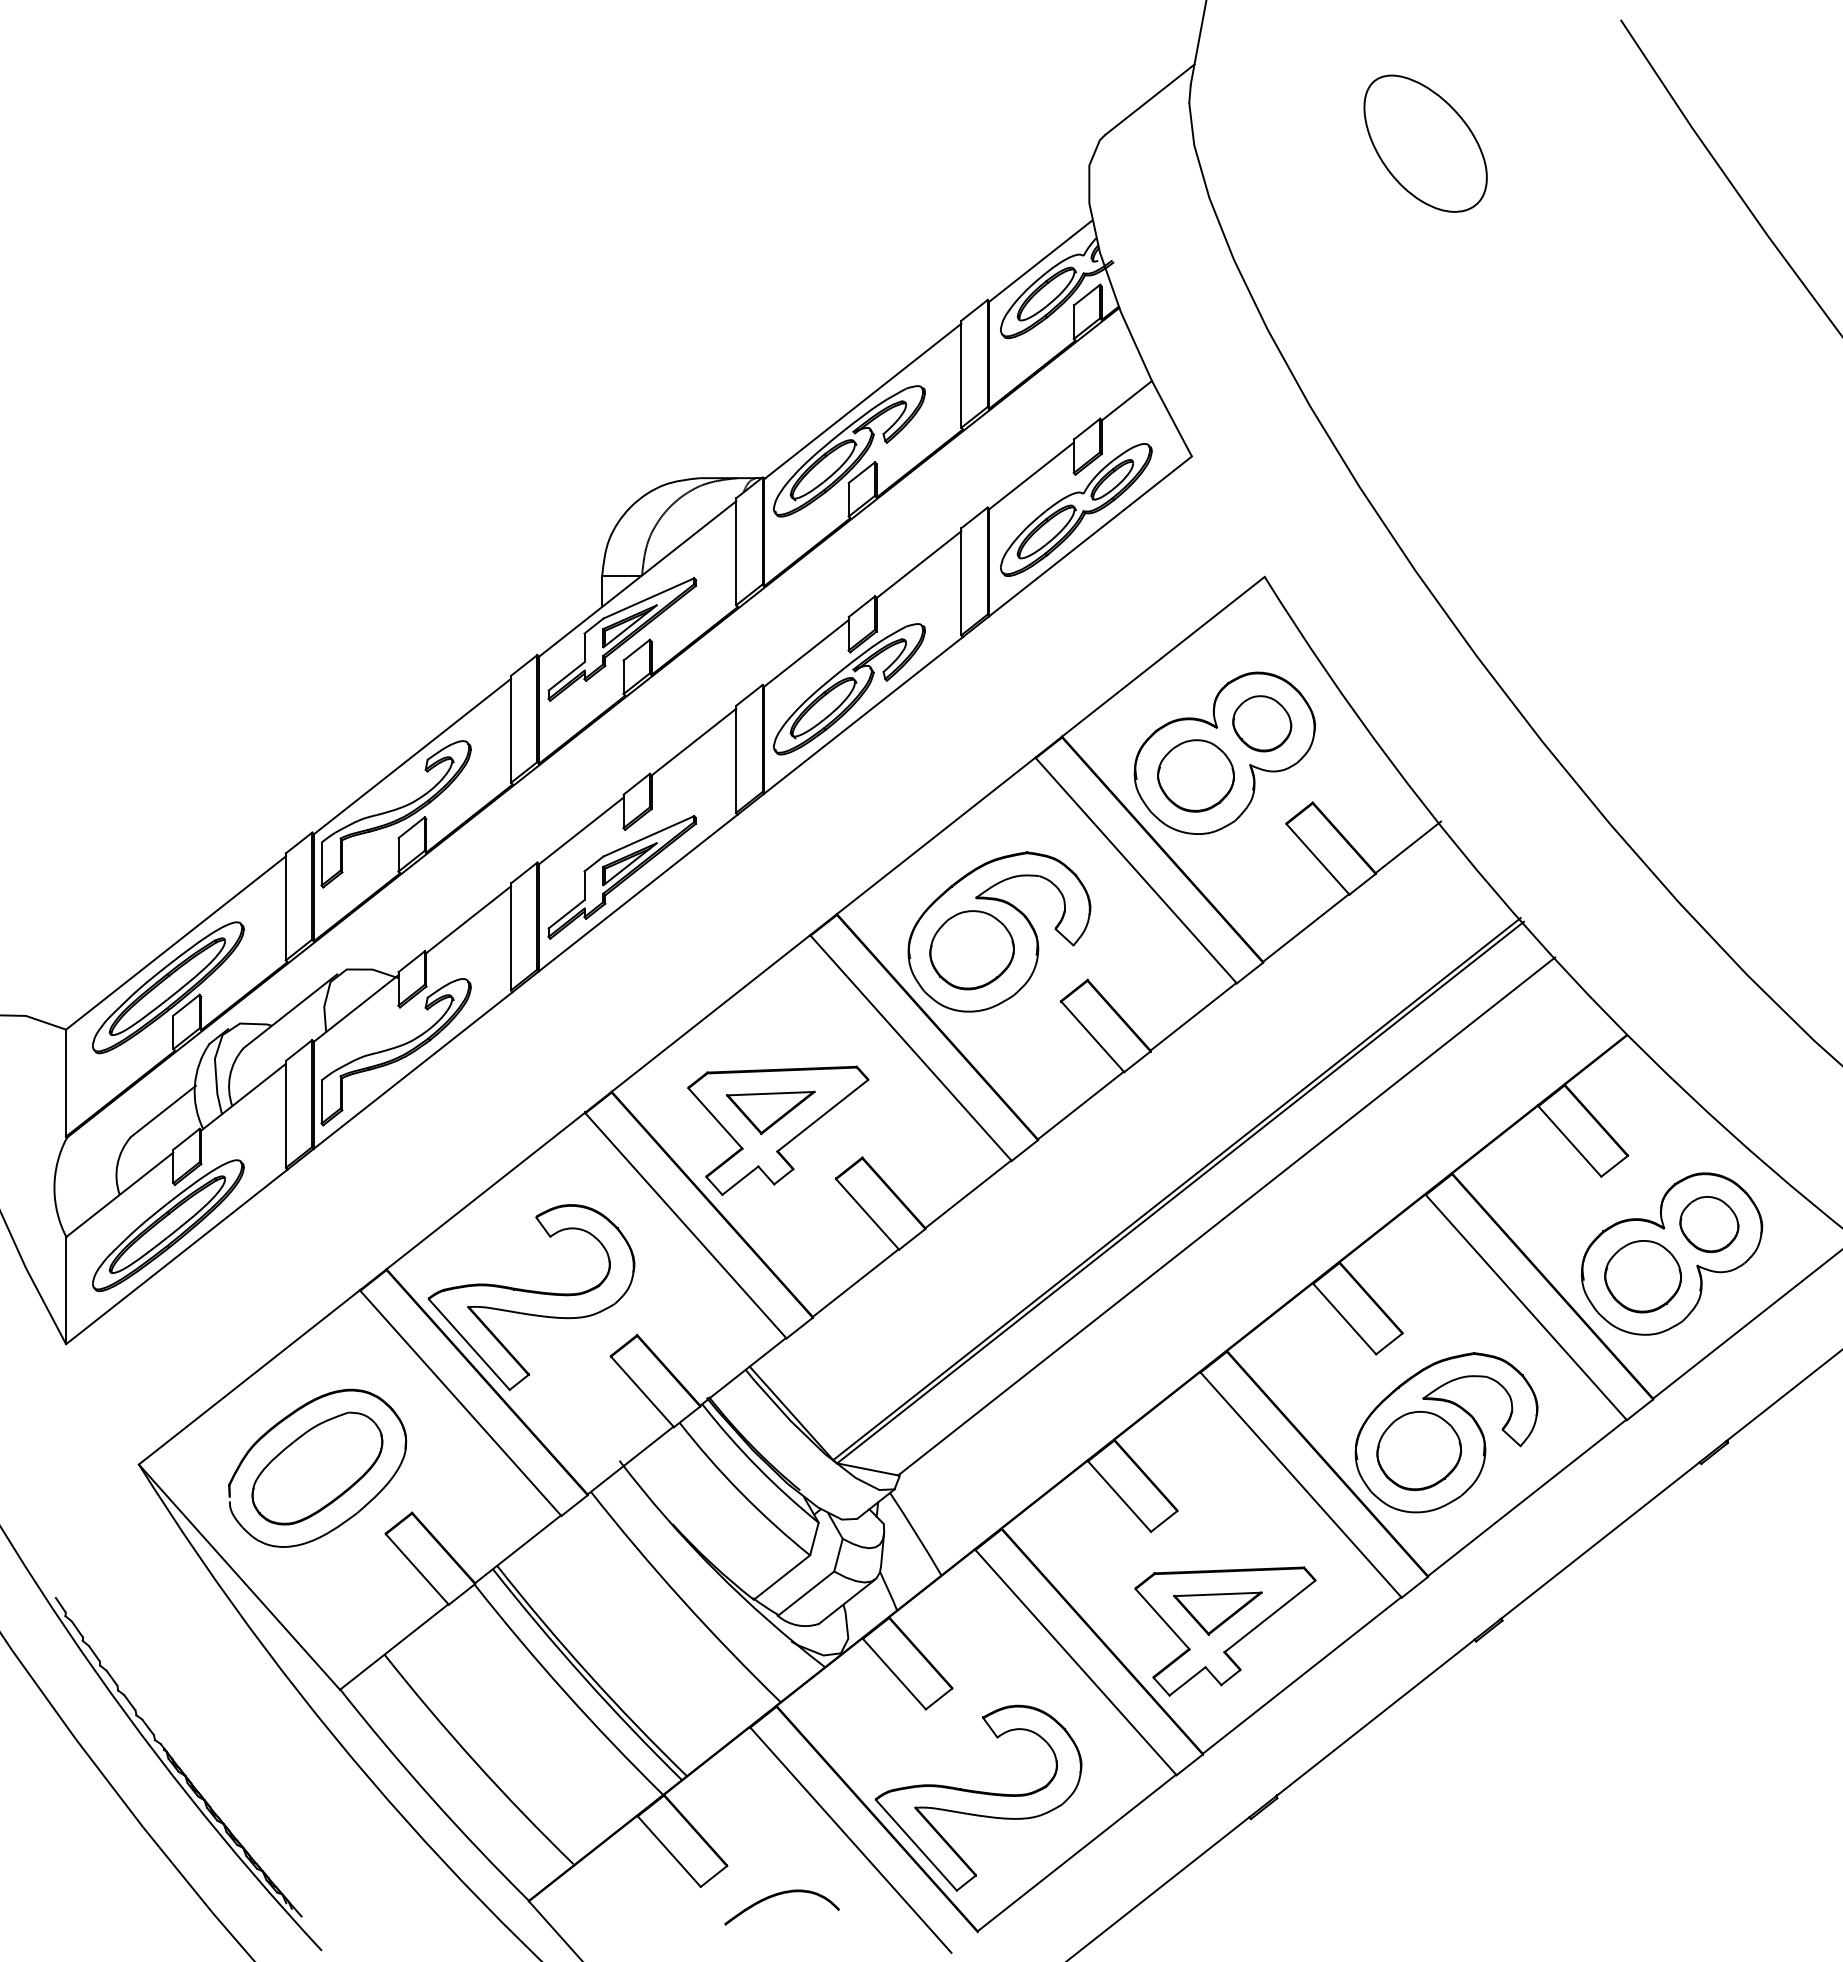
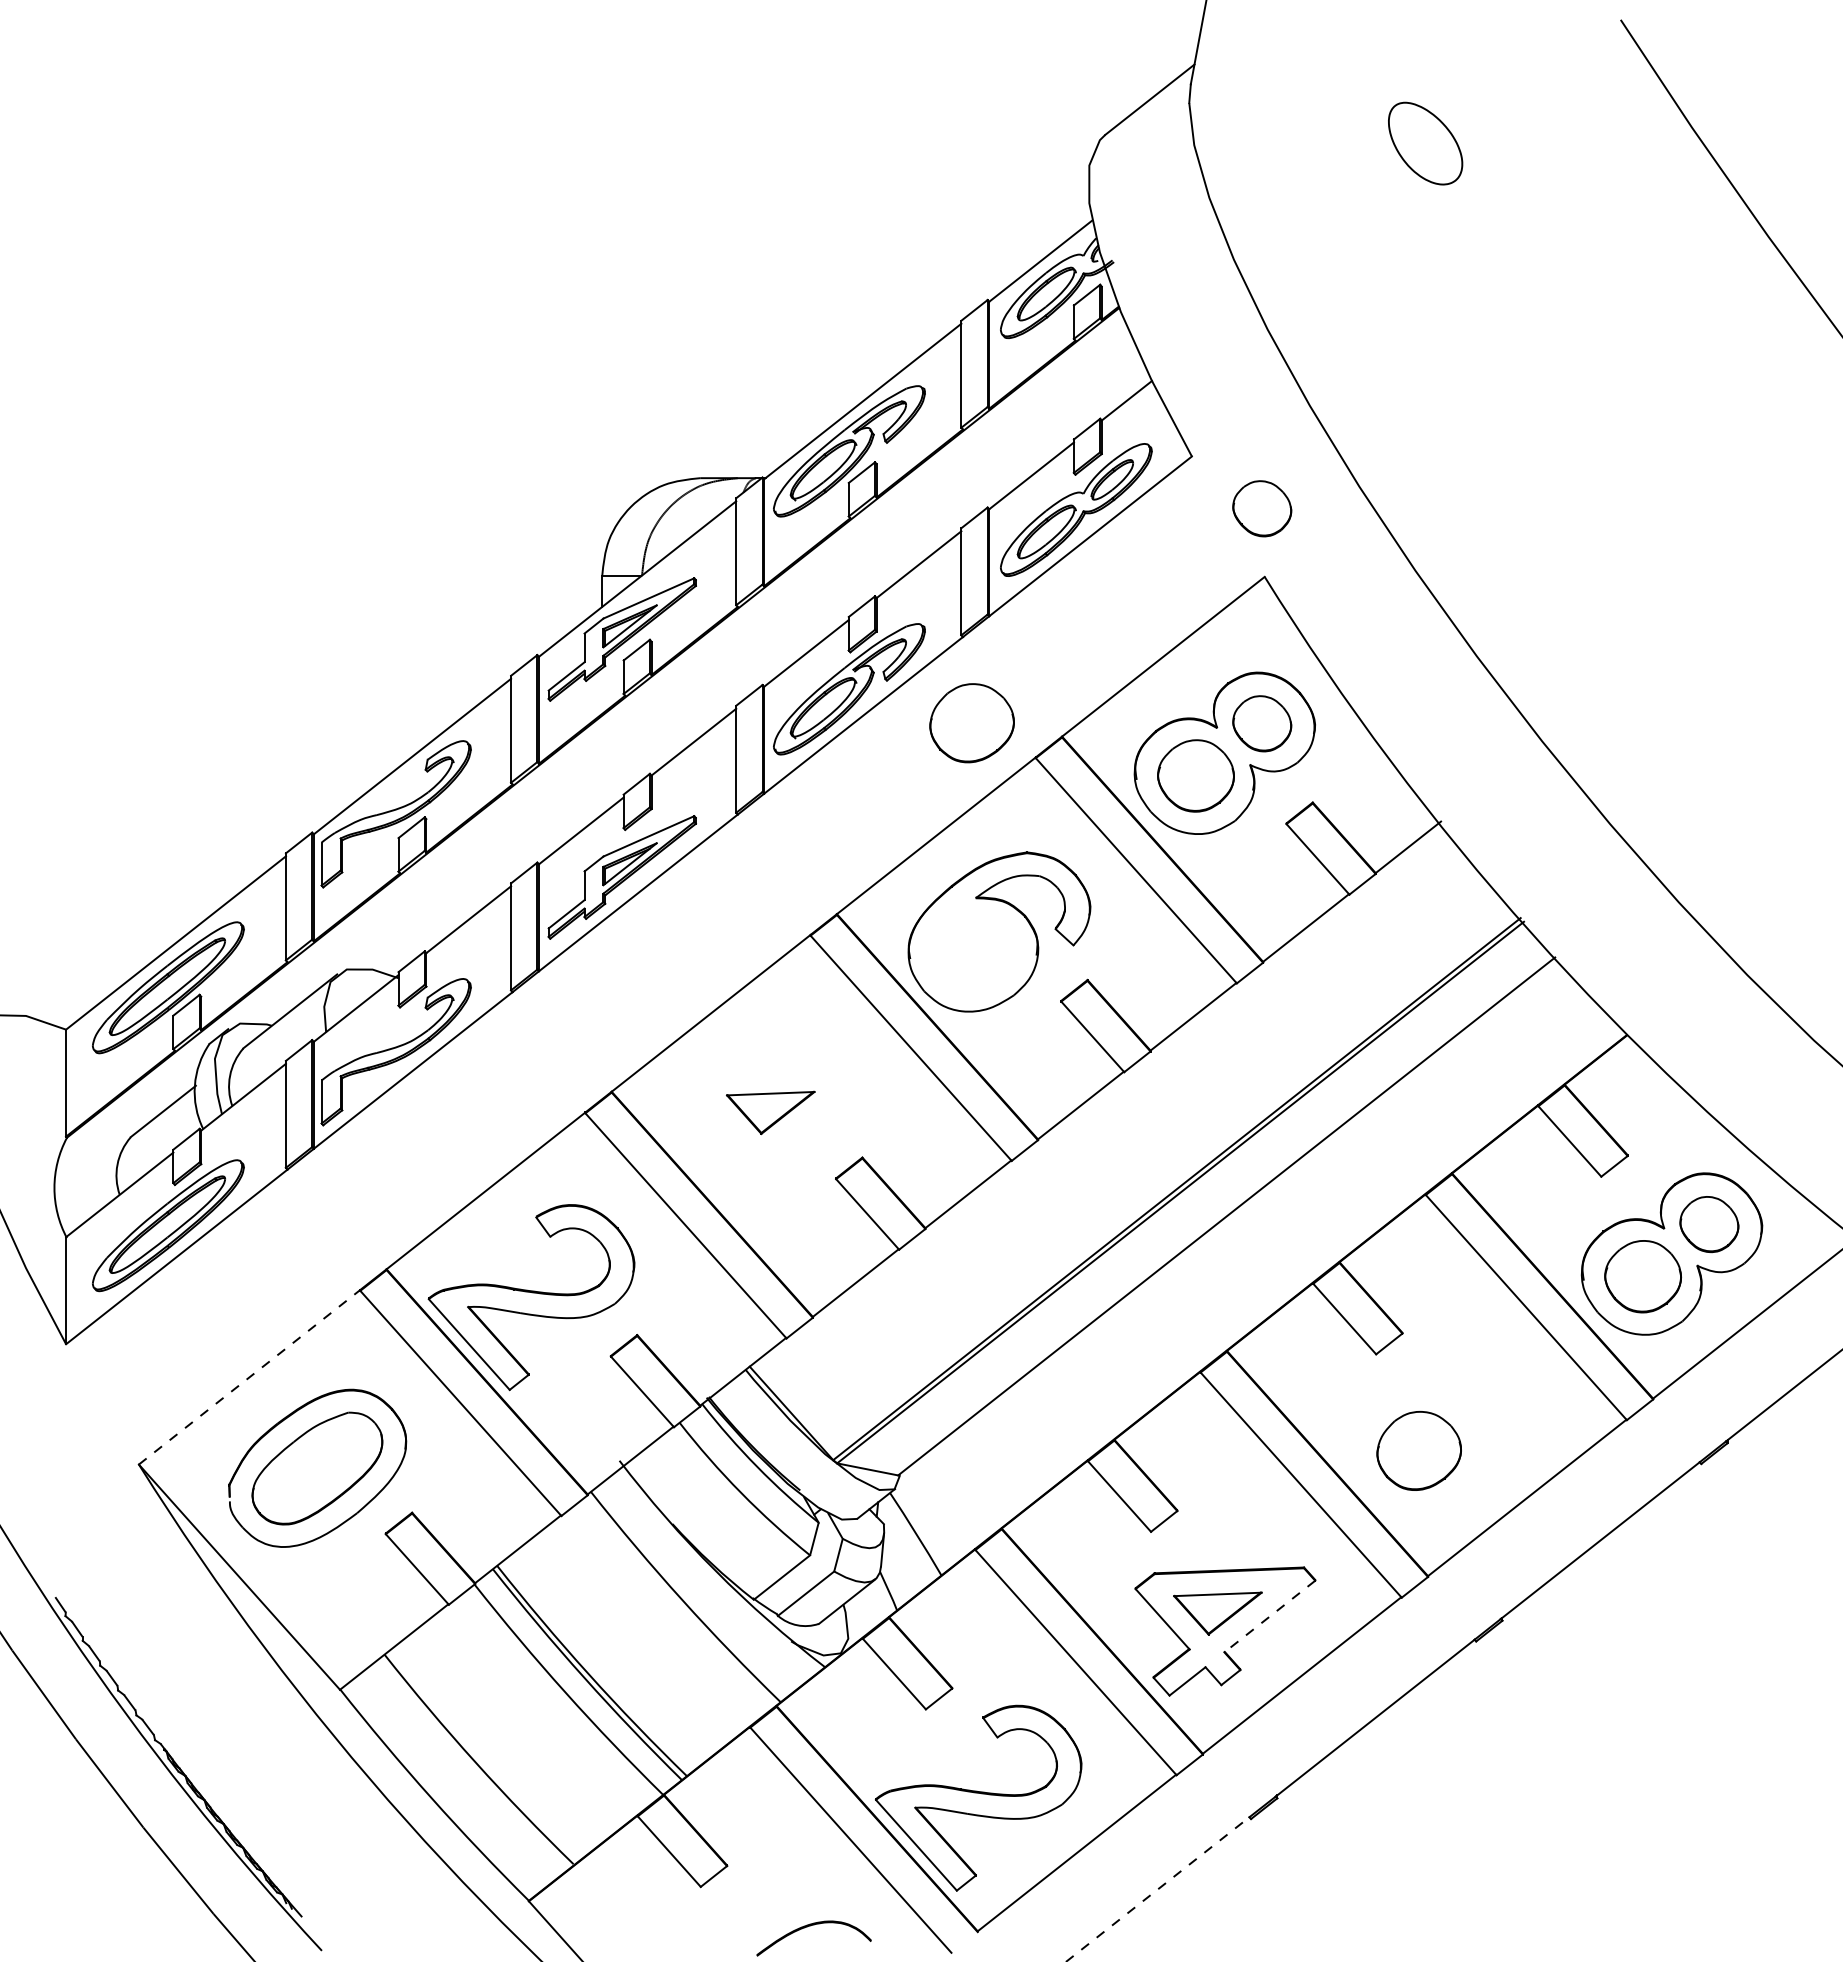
part at (1425, 143) size: 125x139 px -> 76x85 px
part at (1262, 508): none -> present
part at (971, 950) position: (971, 950) -> (971, 723)
part at (778, 1130): present -> none
line at (249, 1377): solid -> dashed
part at (1446, 1432): present -> none
line at (1269, 1616): solid -> dashed
line at (1157, 1889): solid -> dashed
part at (778, 1895) position: (778, 1895) -> (810, 1926)
